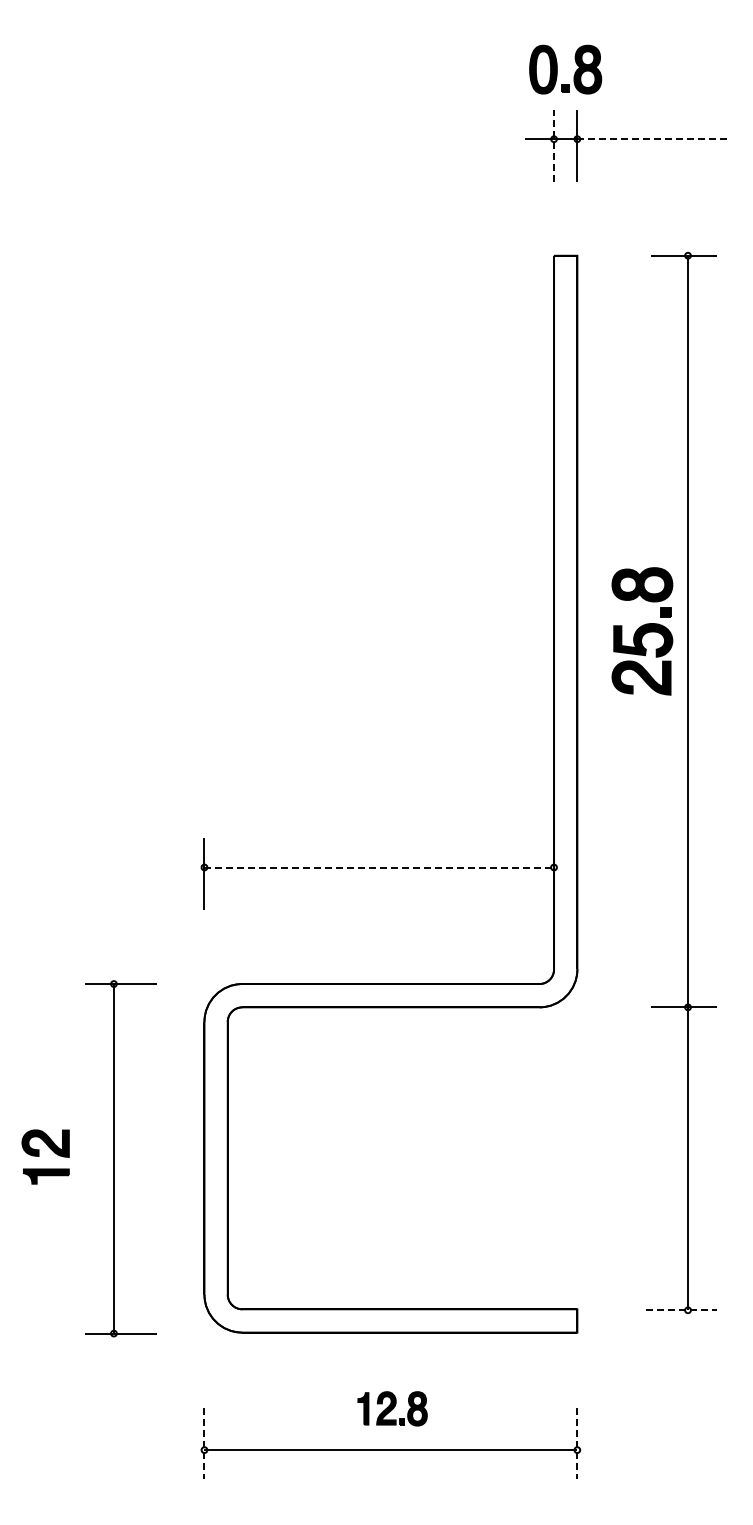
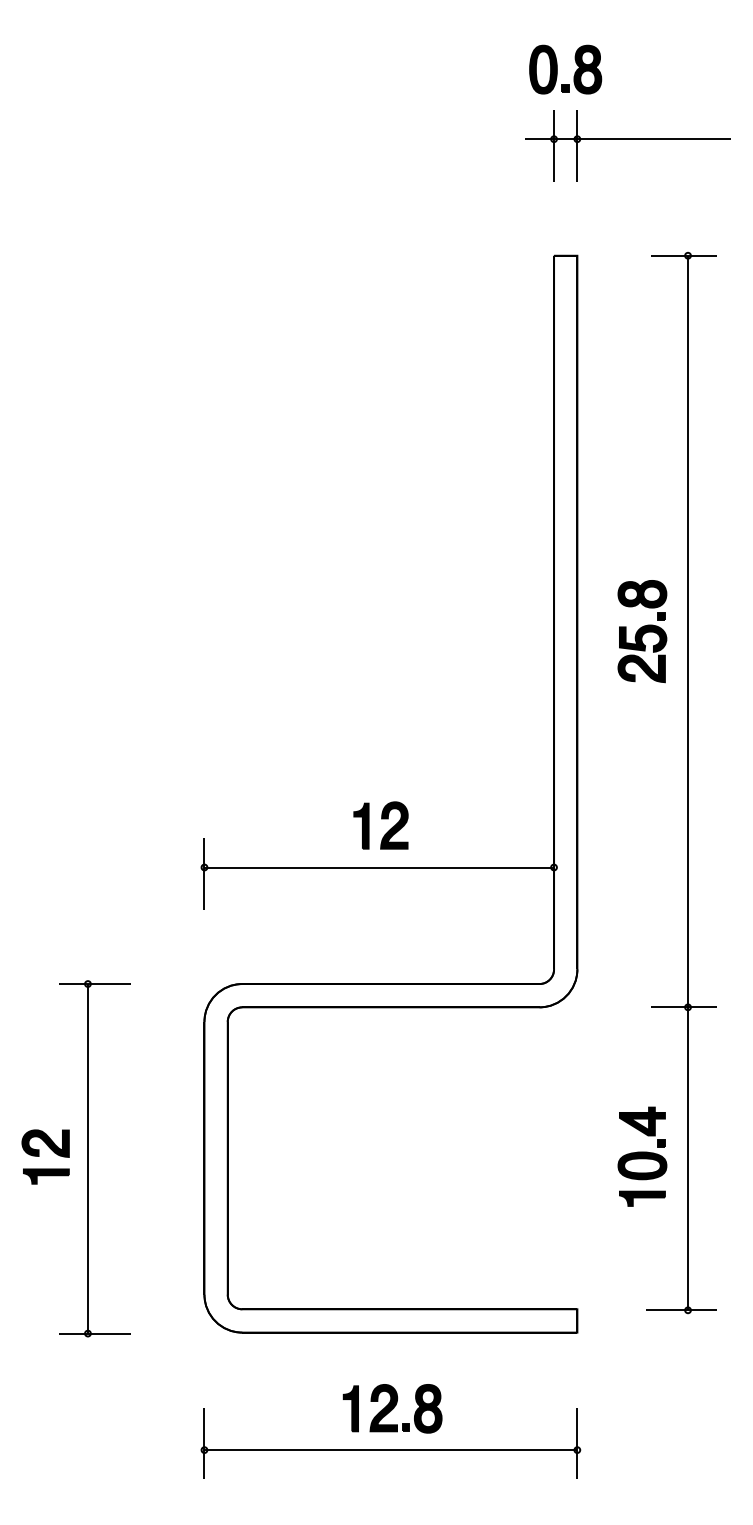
line at (653, 139): dashed -> solid
line at (554, 145): dashed -> solid
part at (642, 631) size: 63x129 px -> 51x104 px
part at (381, 819): none -> present
line at (379, 867): dashed -> solid
part at (642, 1156): none -> present
part at (120, 1158) position: (120, 1158) -> (94, 1158)
line at (681, 1310): dashed -> solid
part at (392, 1408) size: 71x36 px -> 101x50 px
line at (204, 1443): dashed -> solid
line at (577, 1443): dashed -> solid
